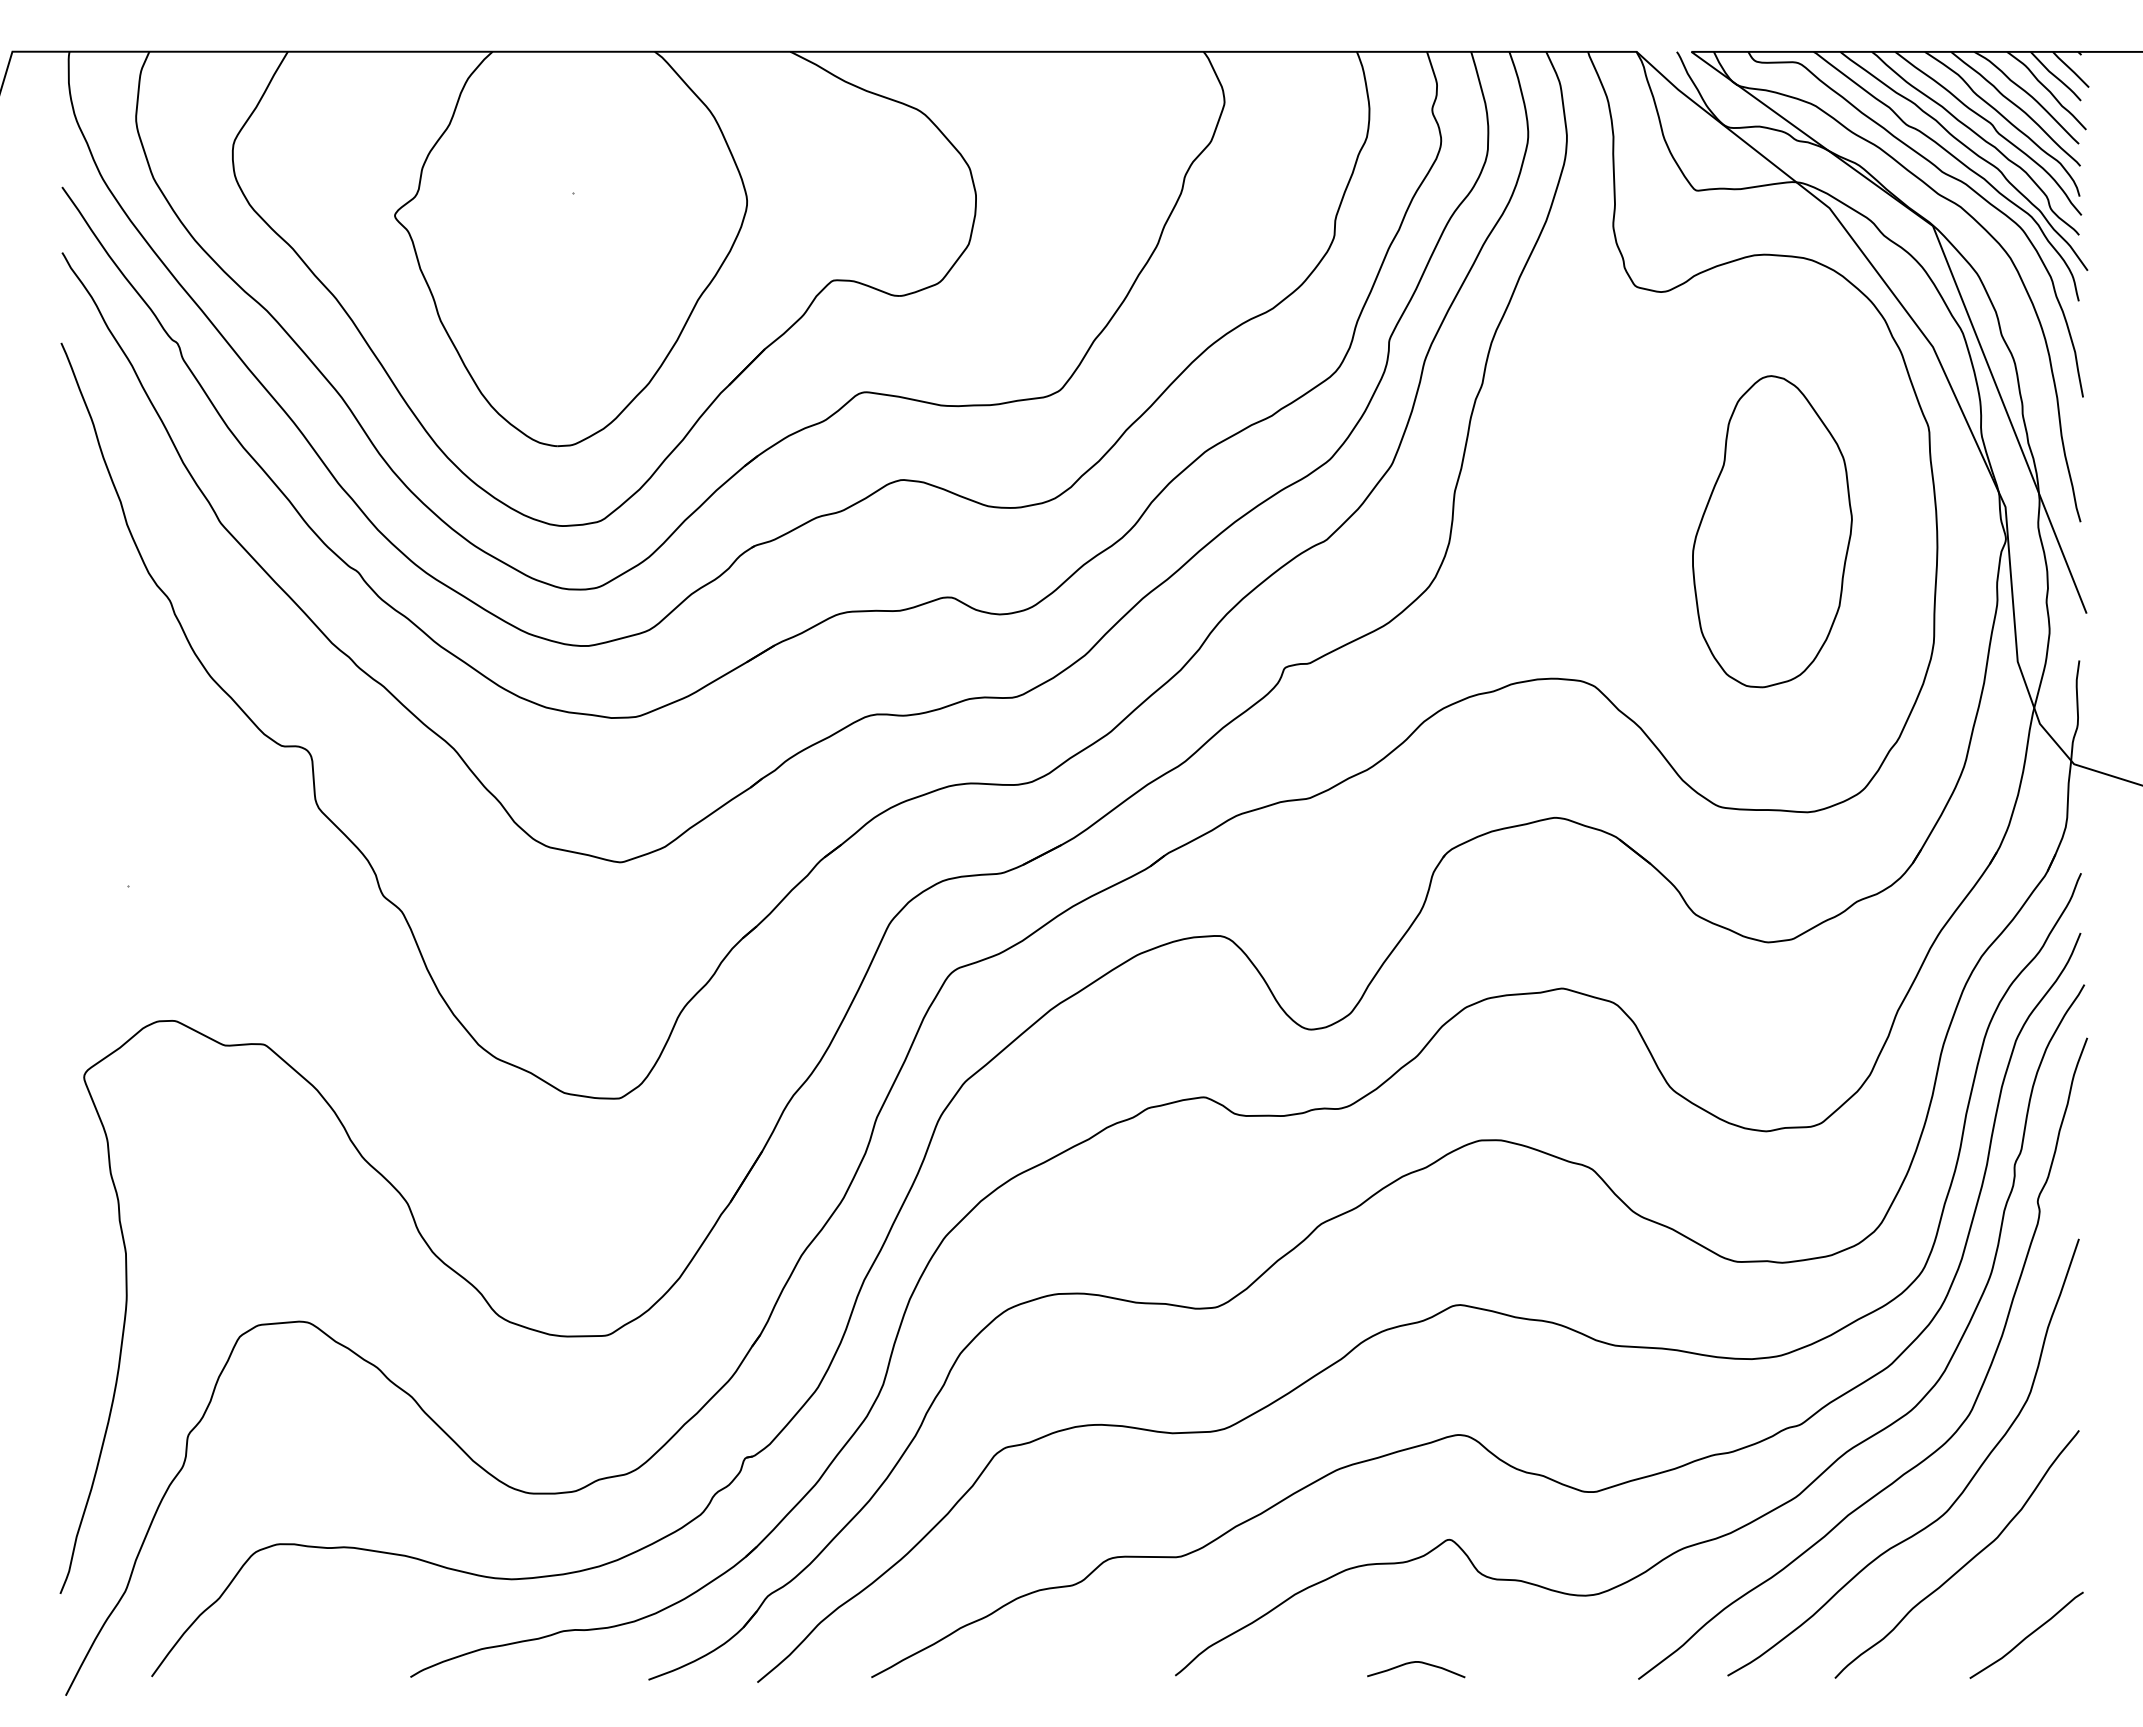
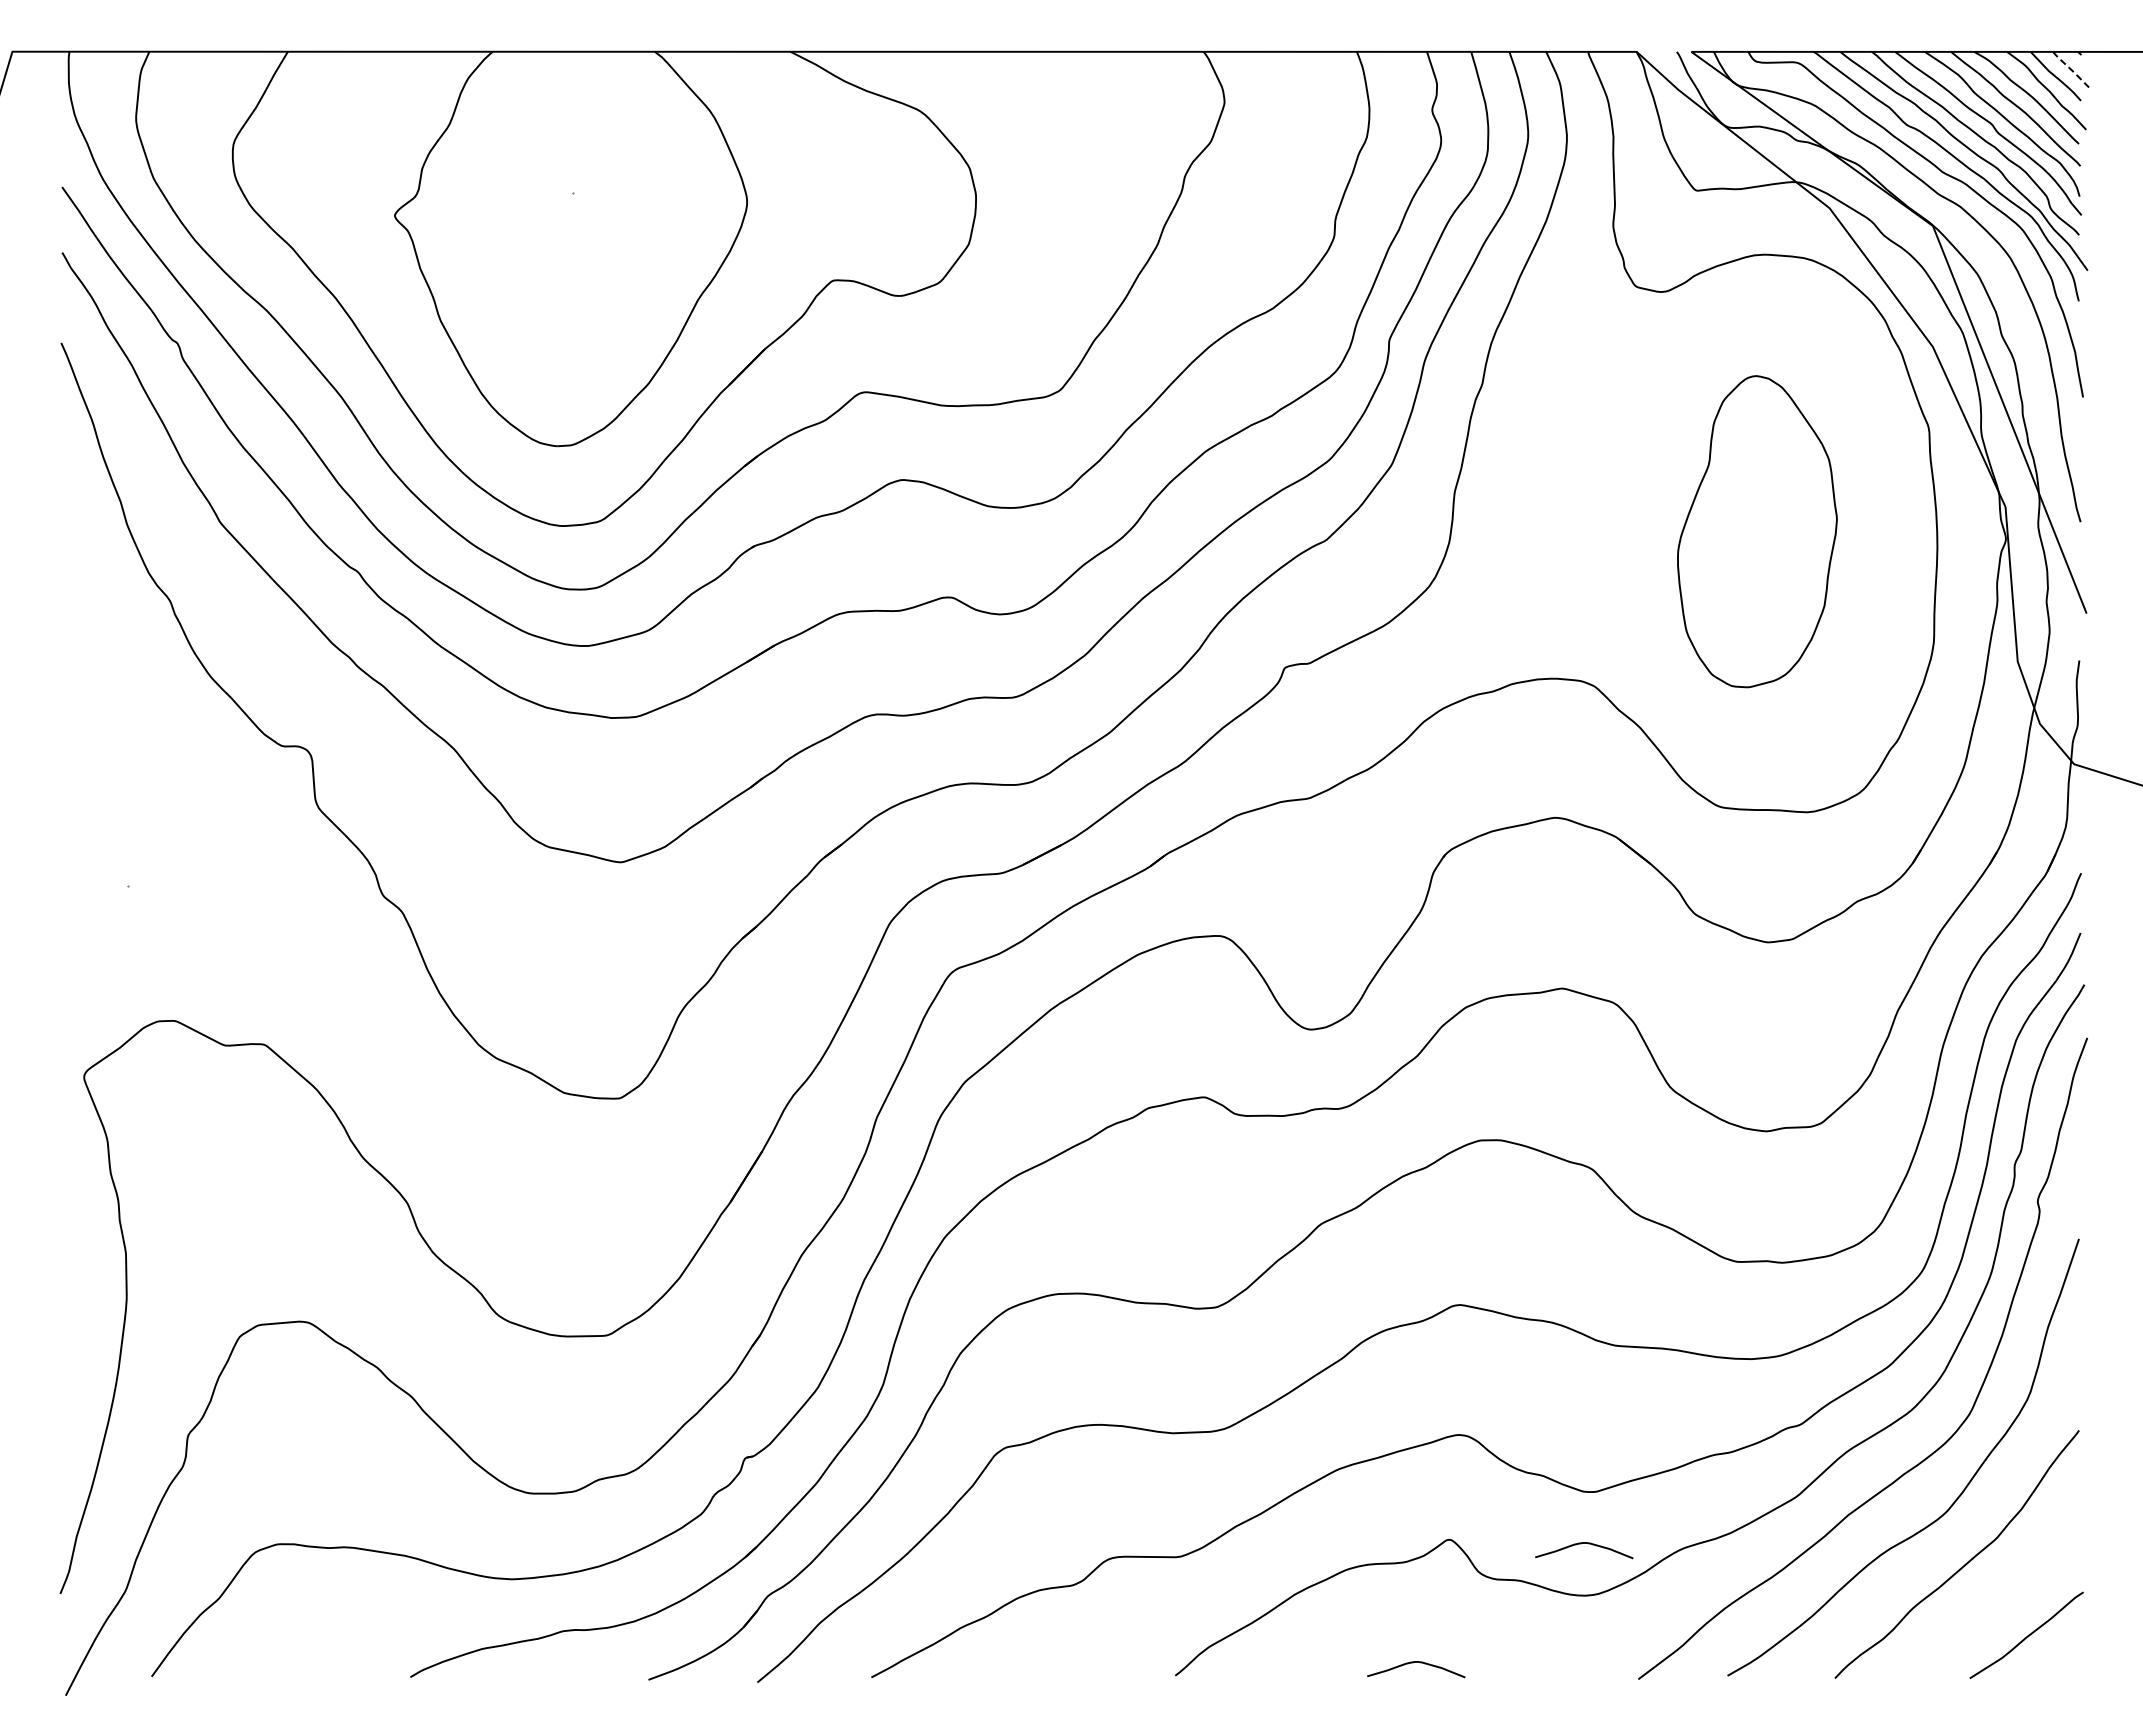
line at (2070, 69): solid -> dashed
part at (1772, 531) position: (1772, 531) -> (1757, 531)
curve at (1581, 1544): none -> present
